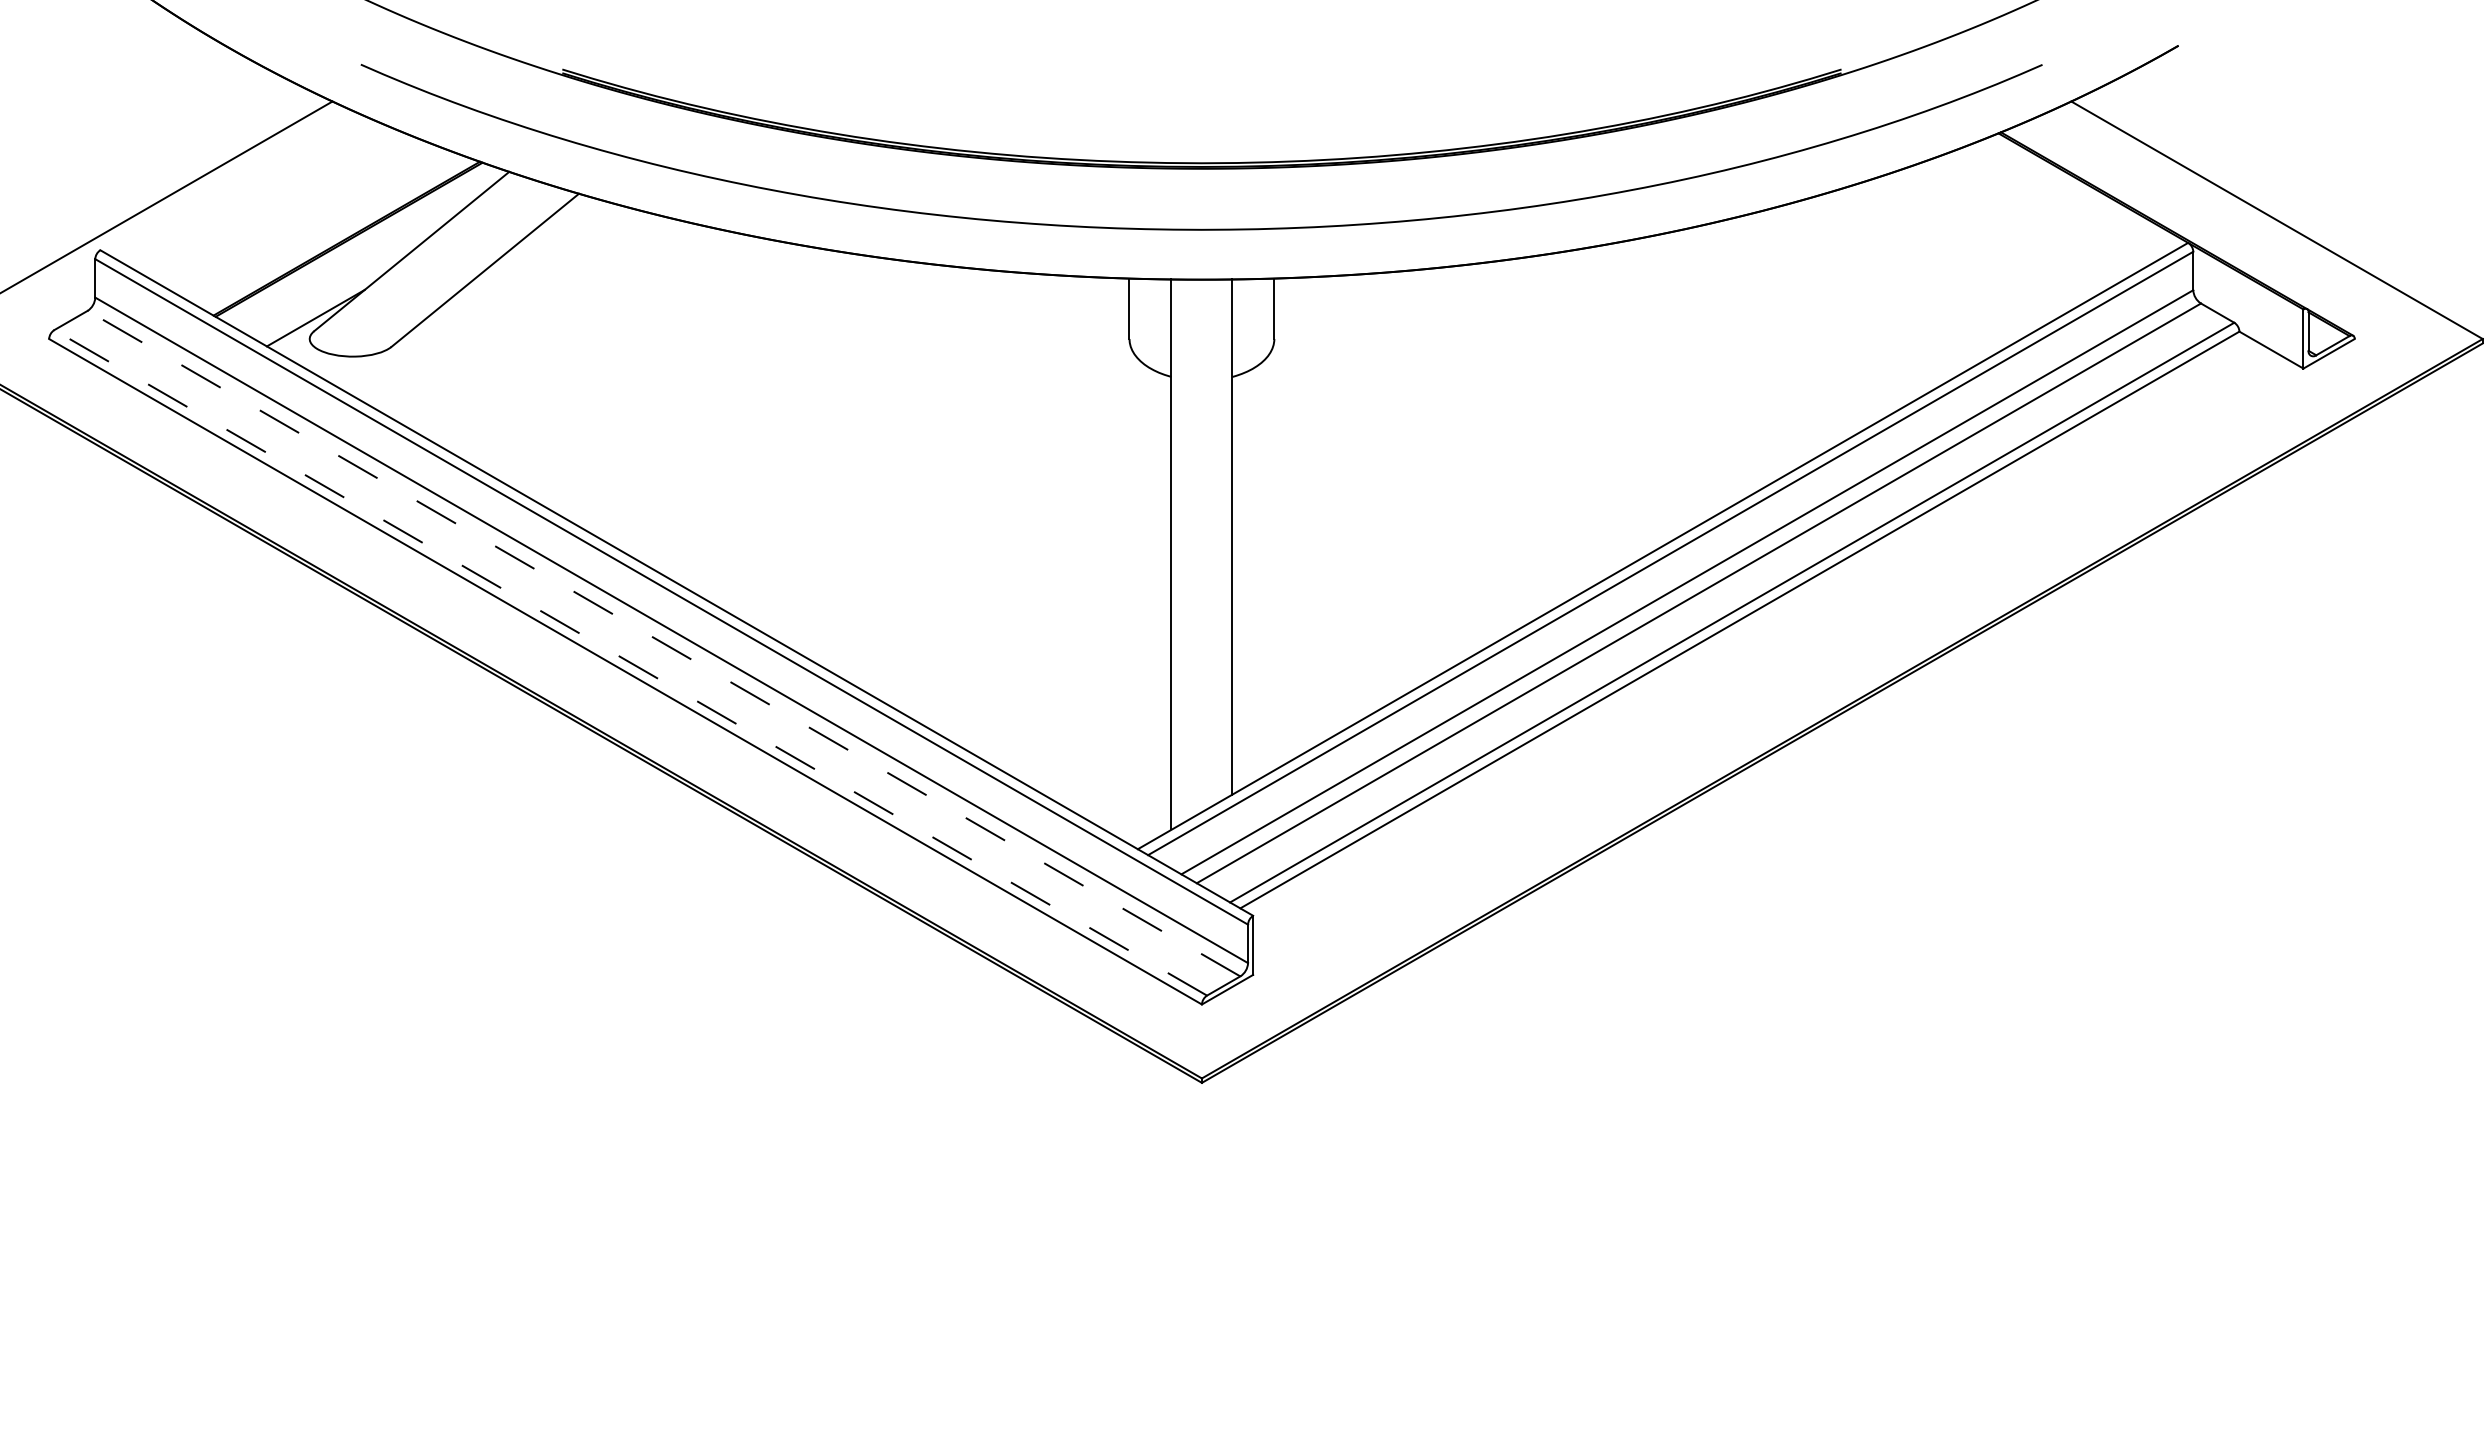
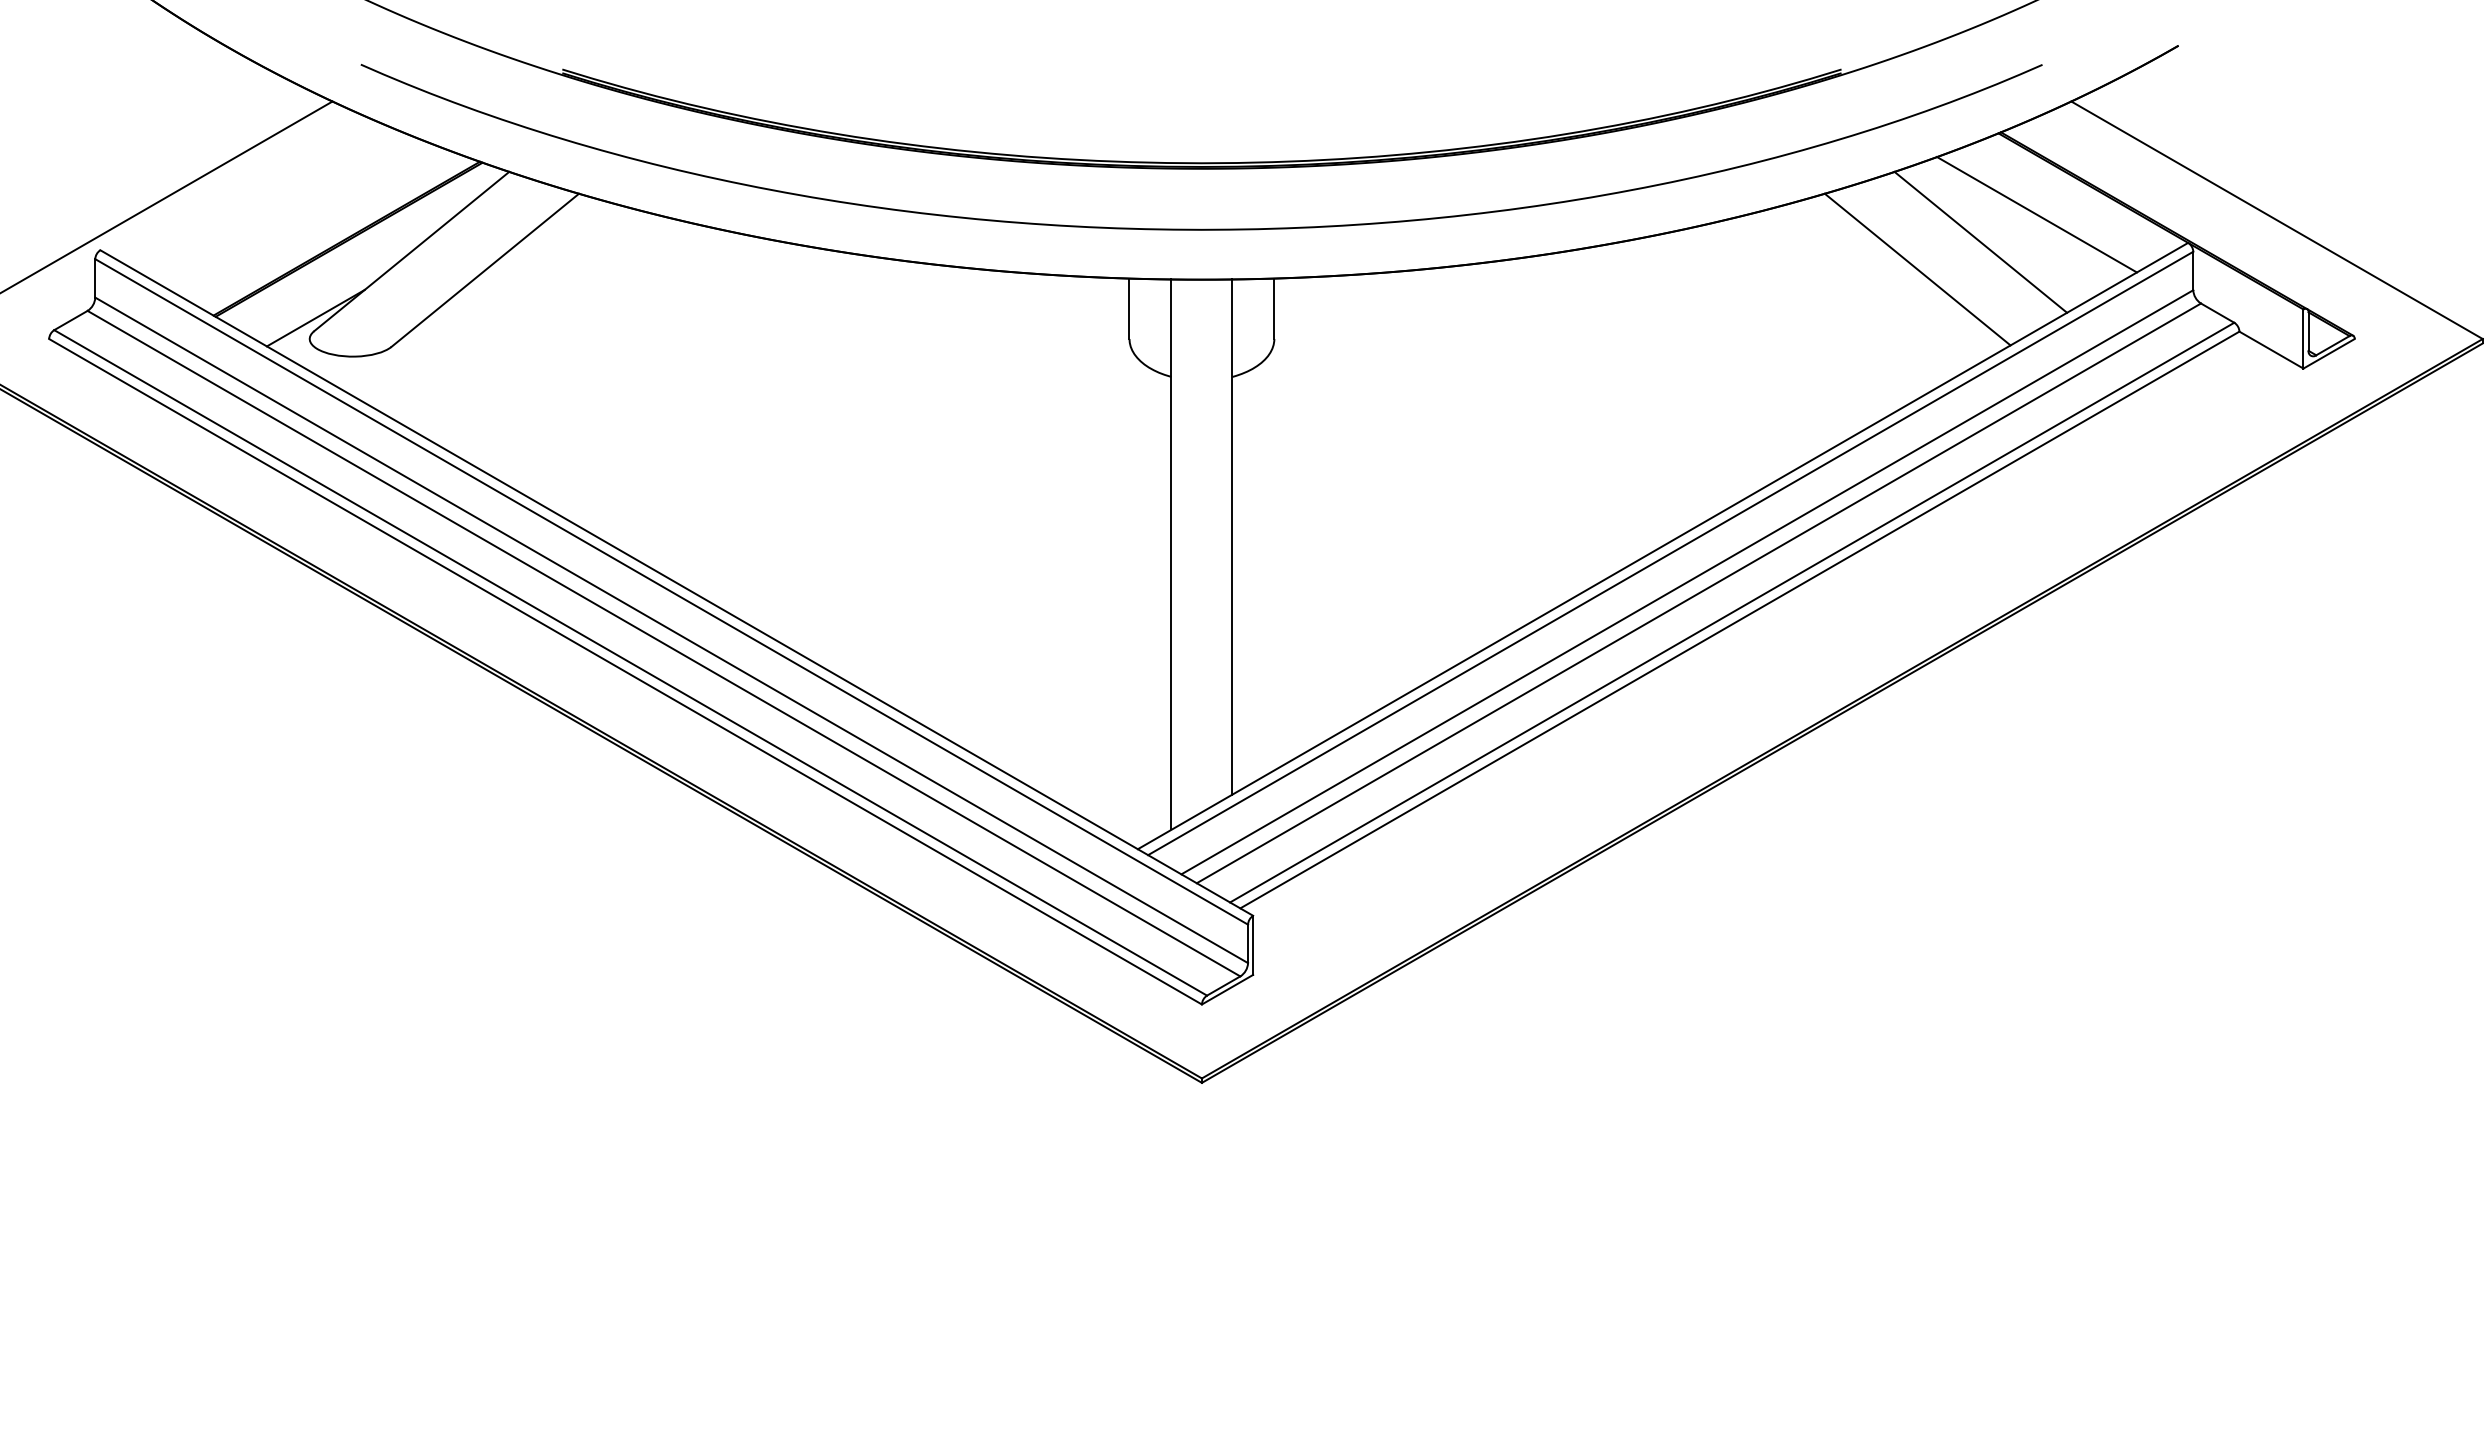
line at (2036, 214): none -> present
line at (1980, 241): none -> present
line at (1917, 269): none -> present
line at (663, 643): dashed -> solid
line at (630, 662): dashed -> solid
